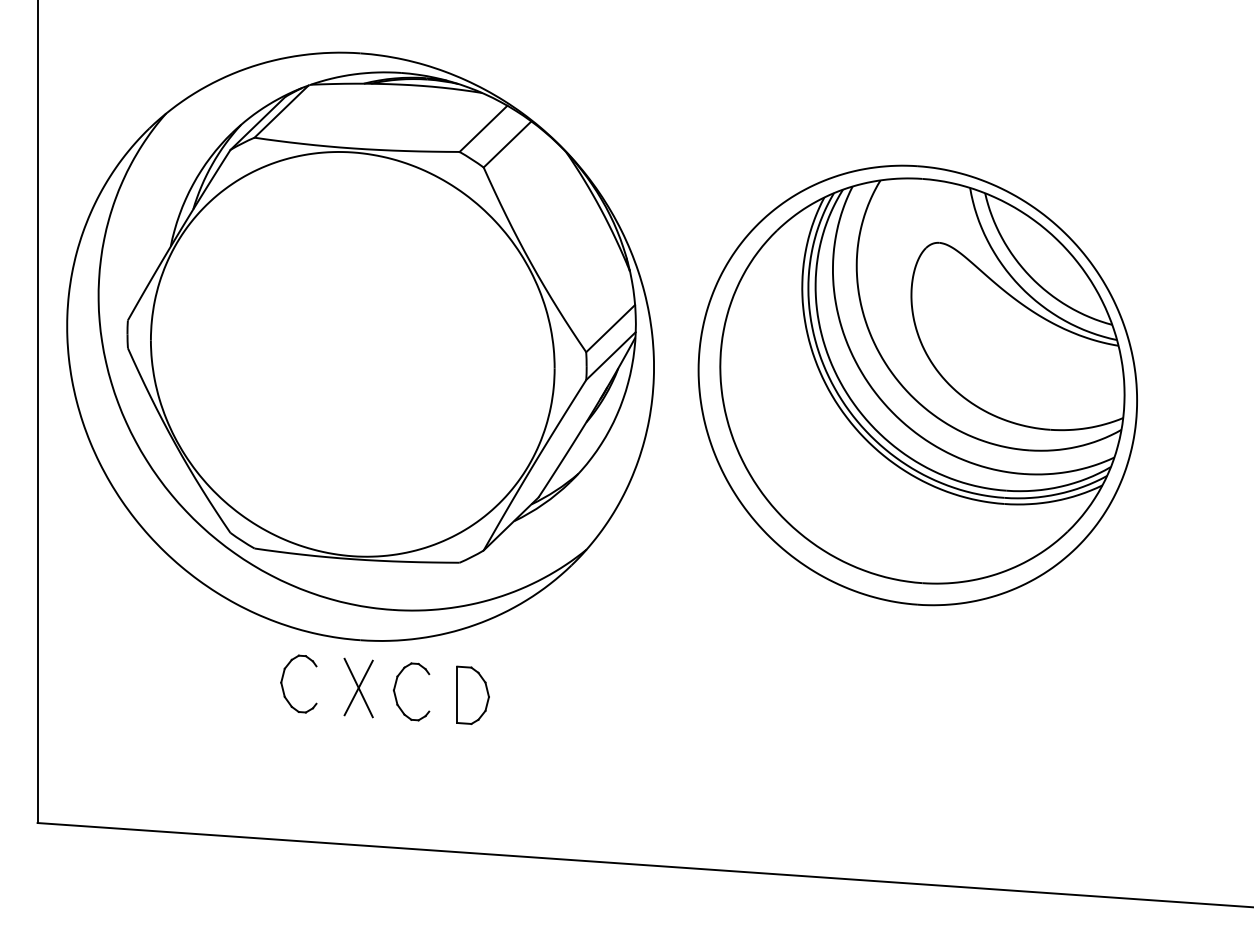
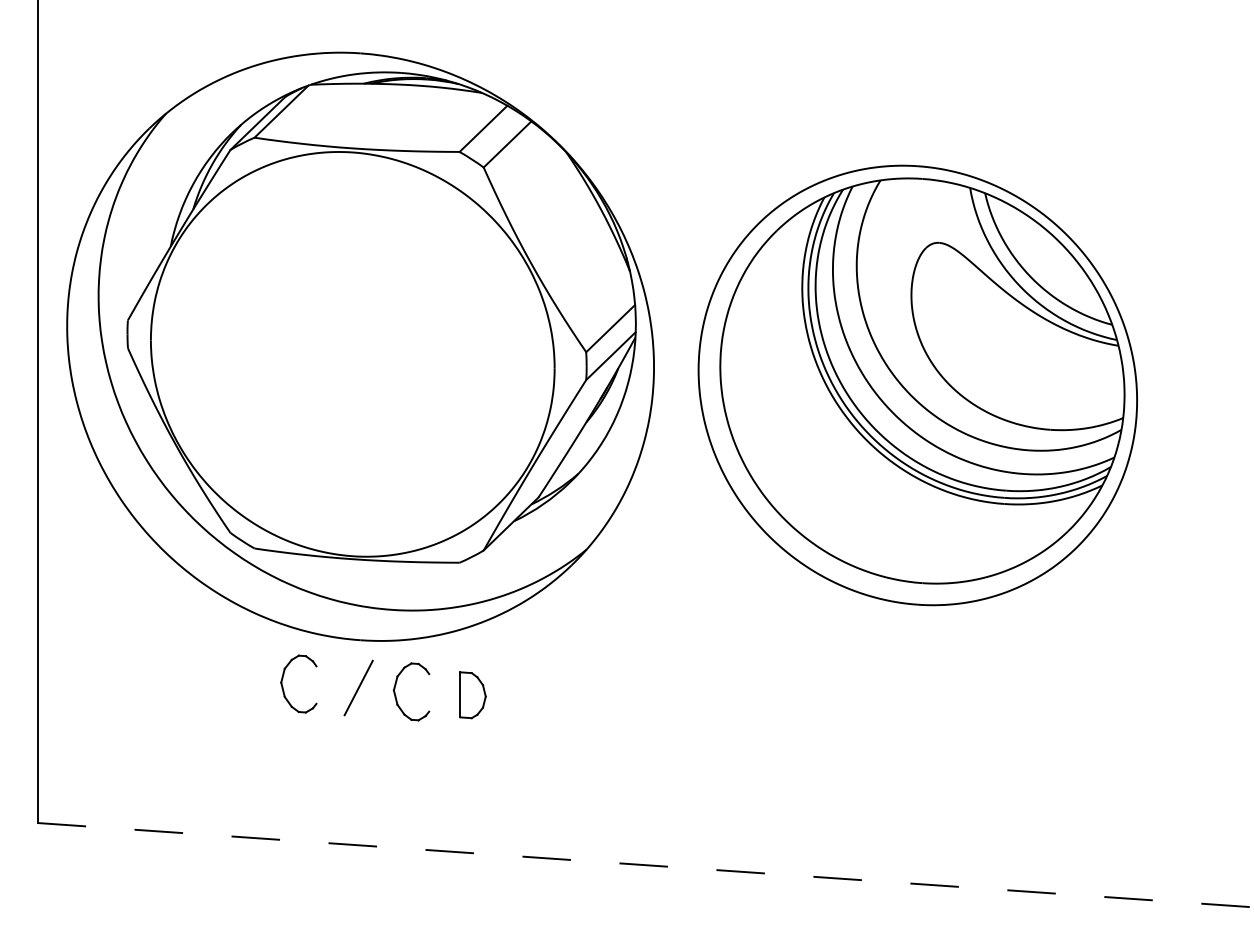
line at (358, 687): present -> none
part at (472, 694) size: 34x60 px -> 28x49 px
line at (646, 865): solid -> dashed
